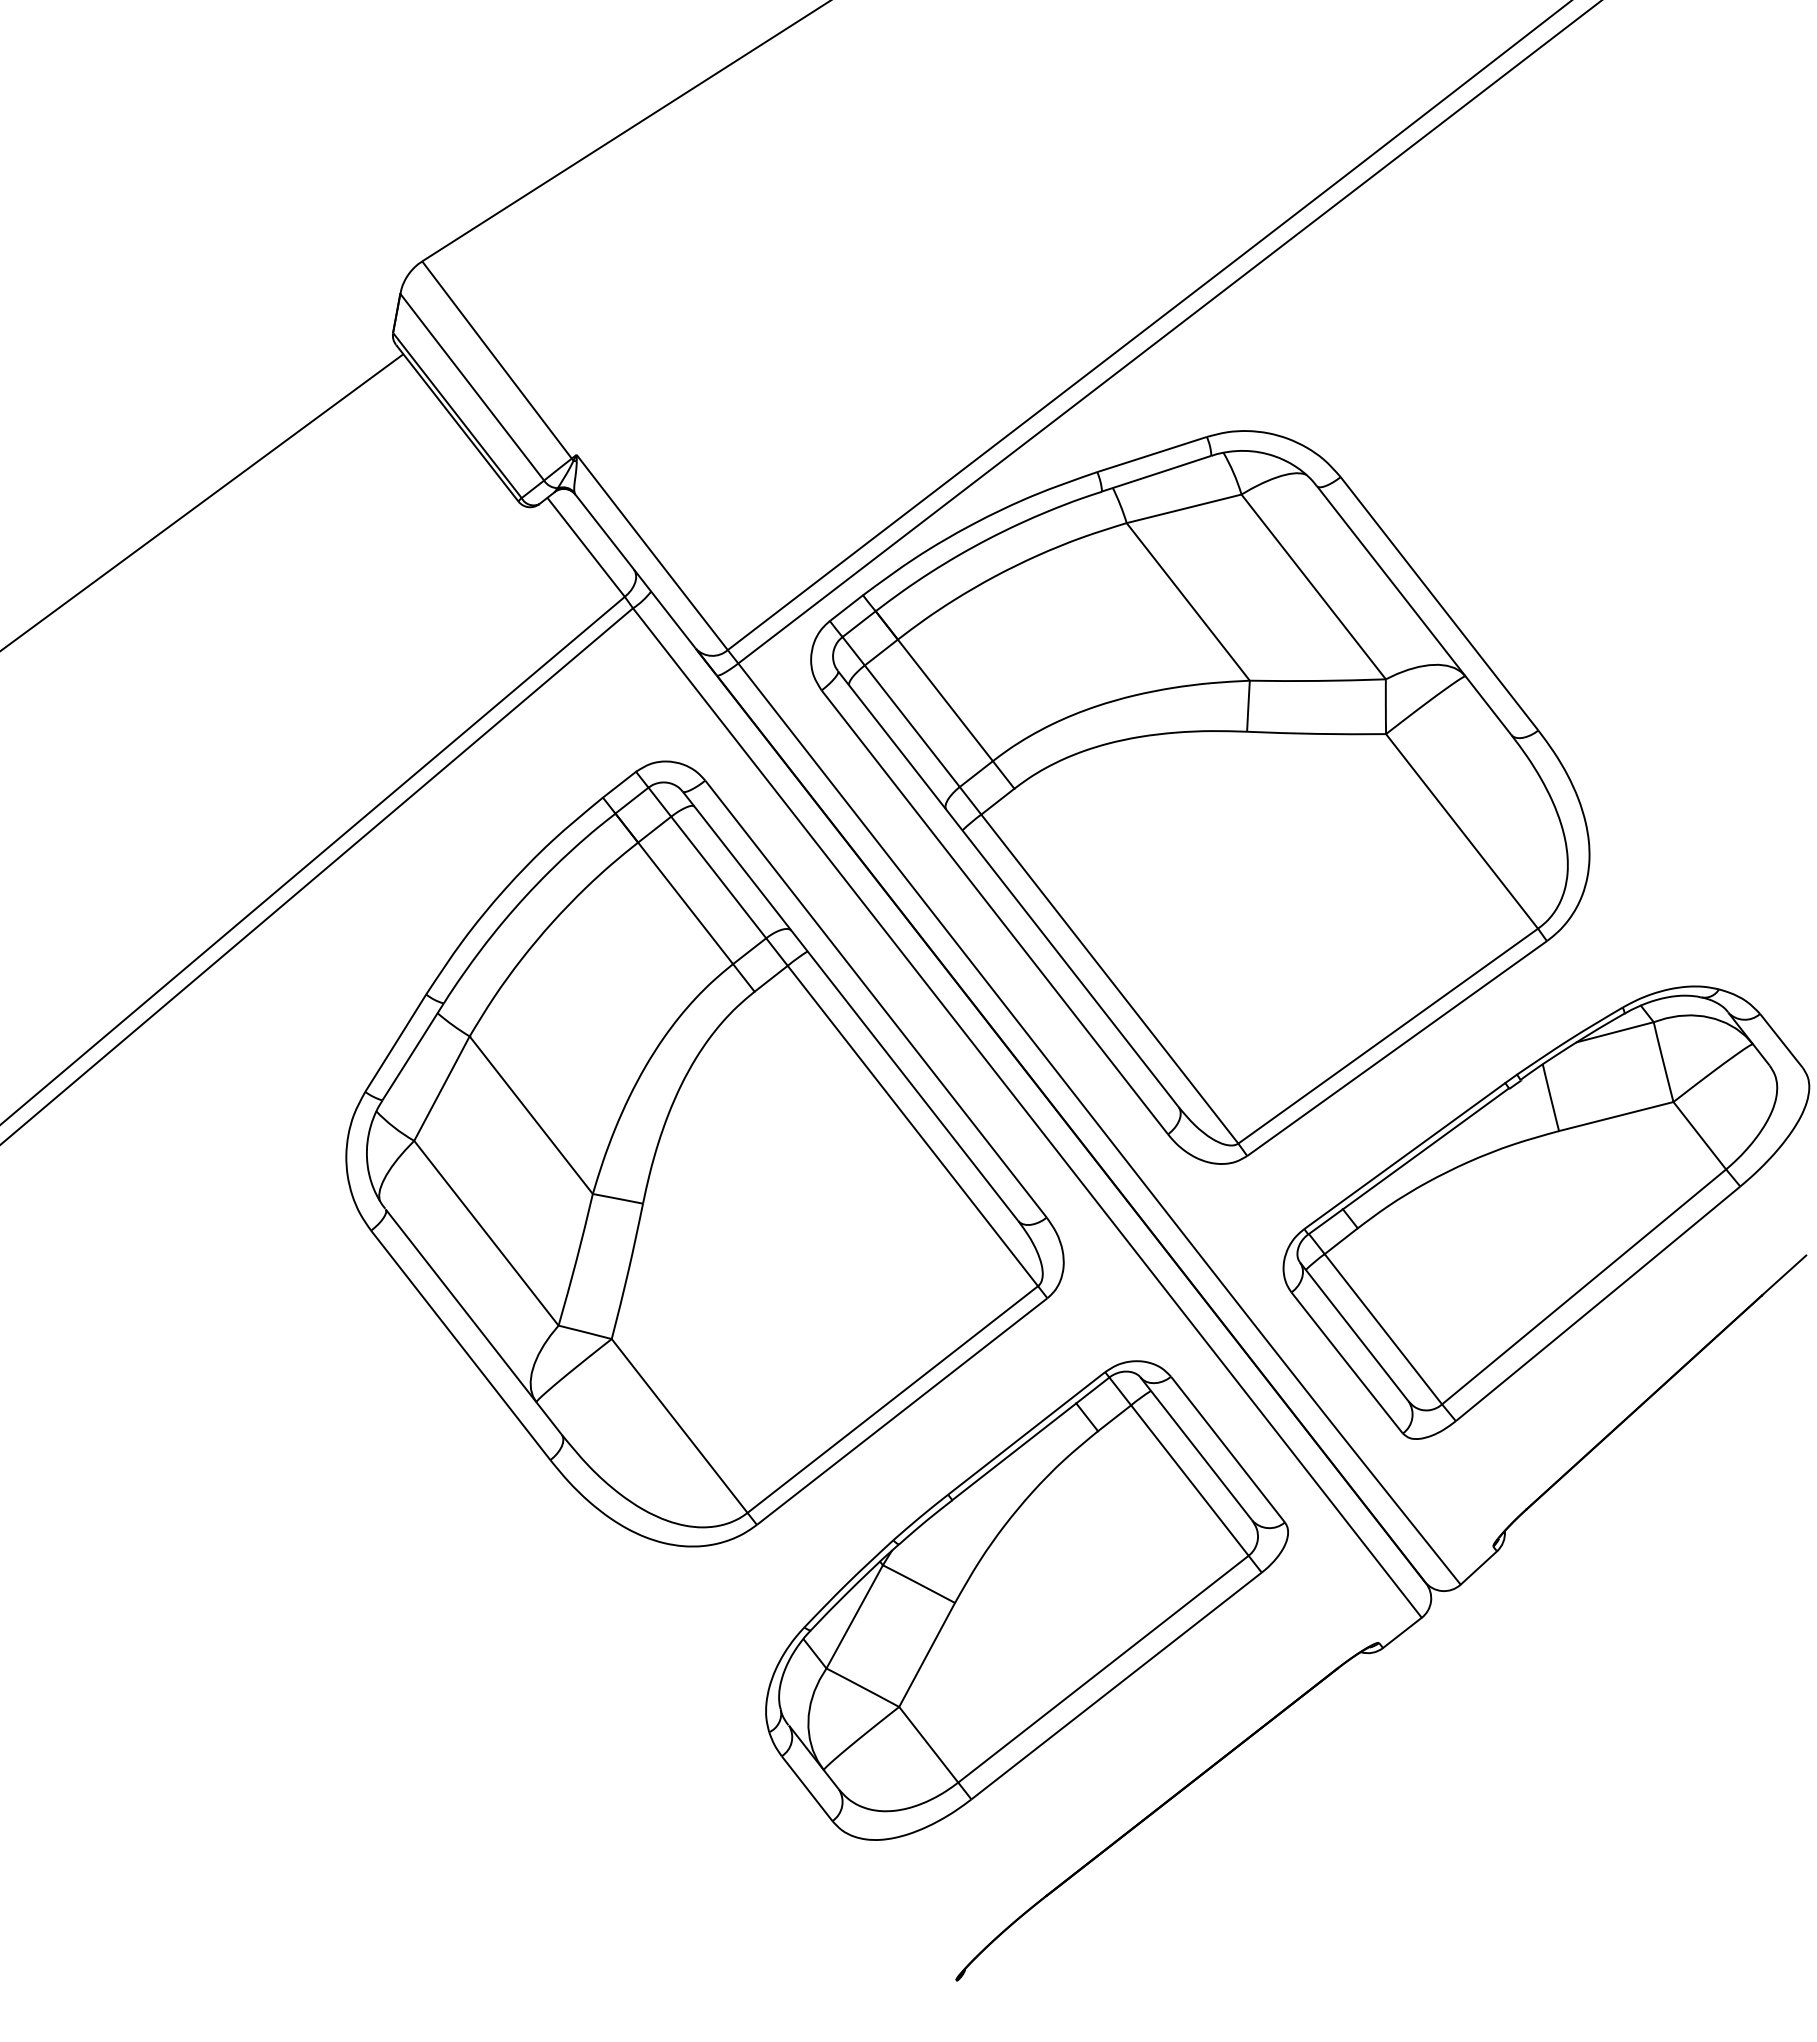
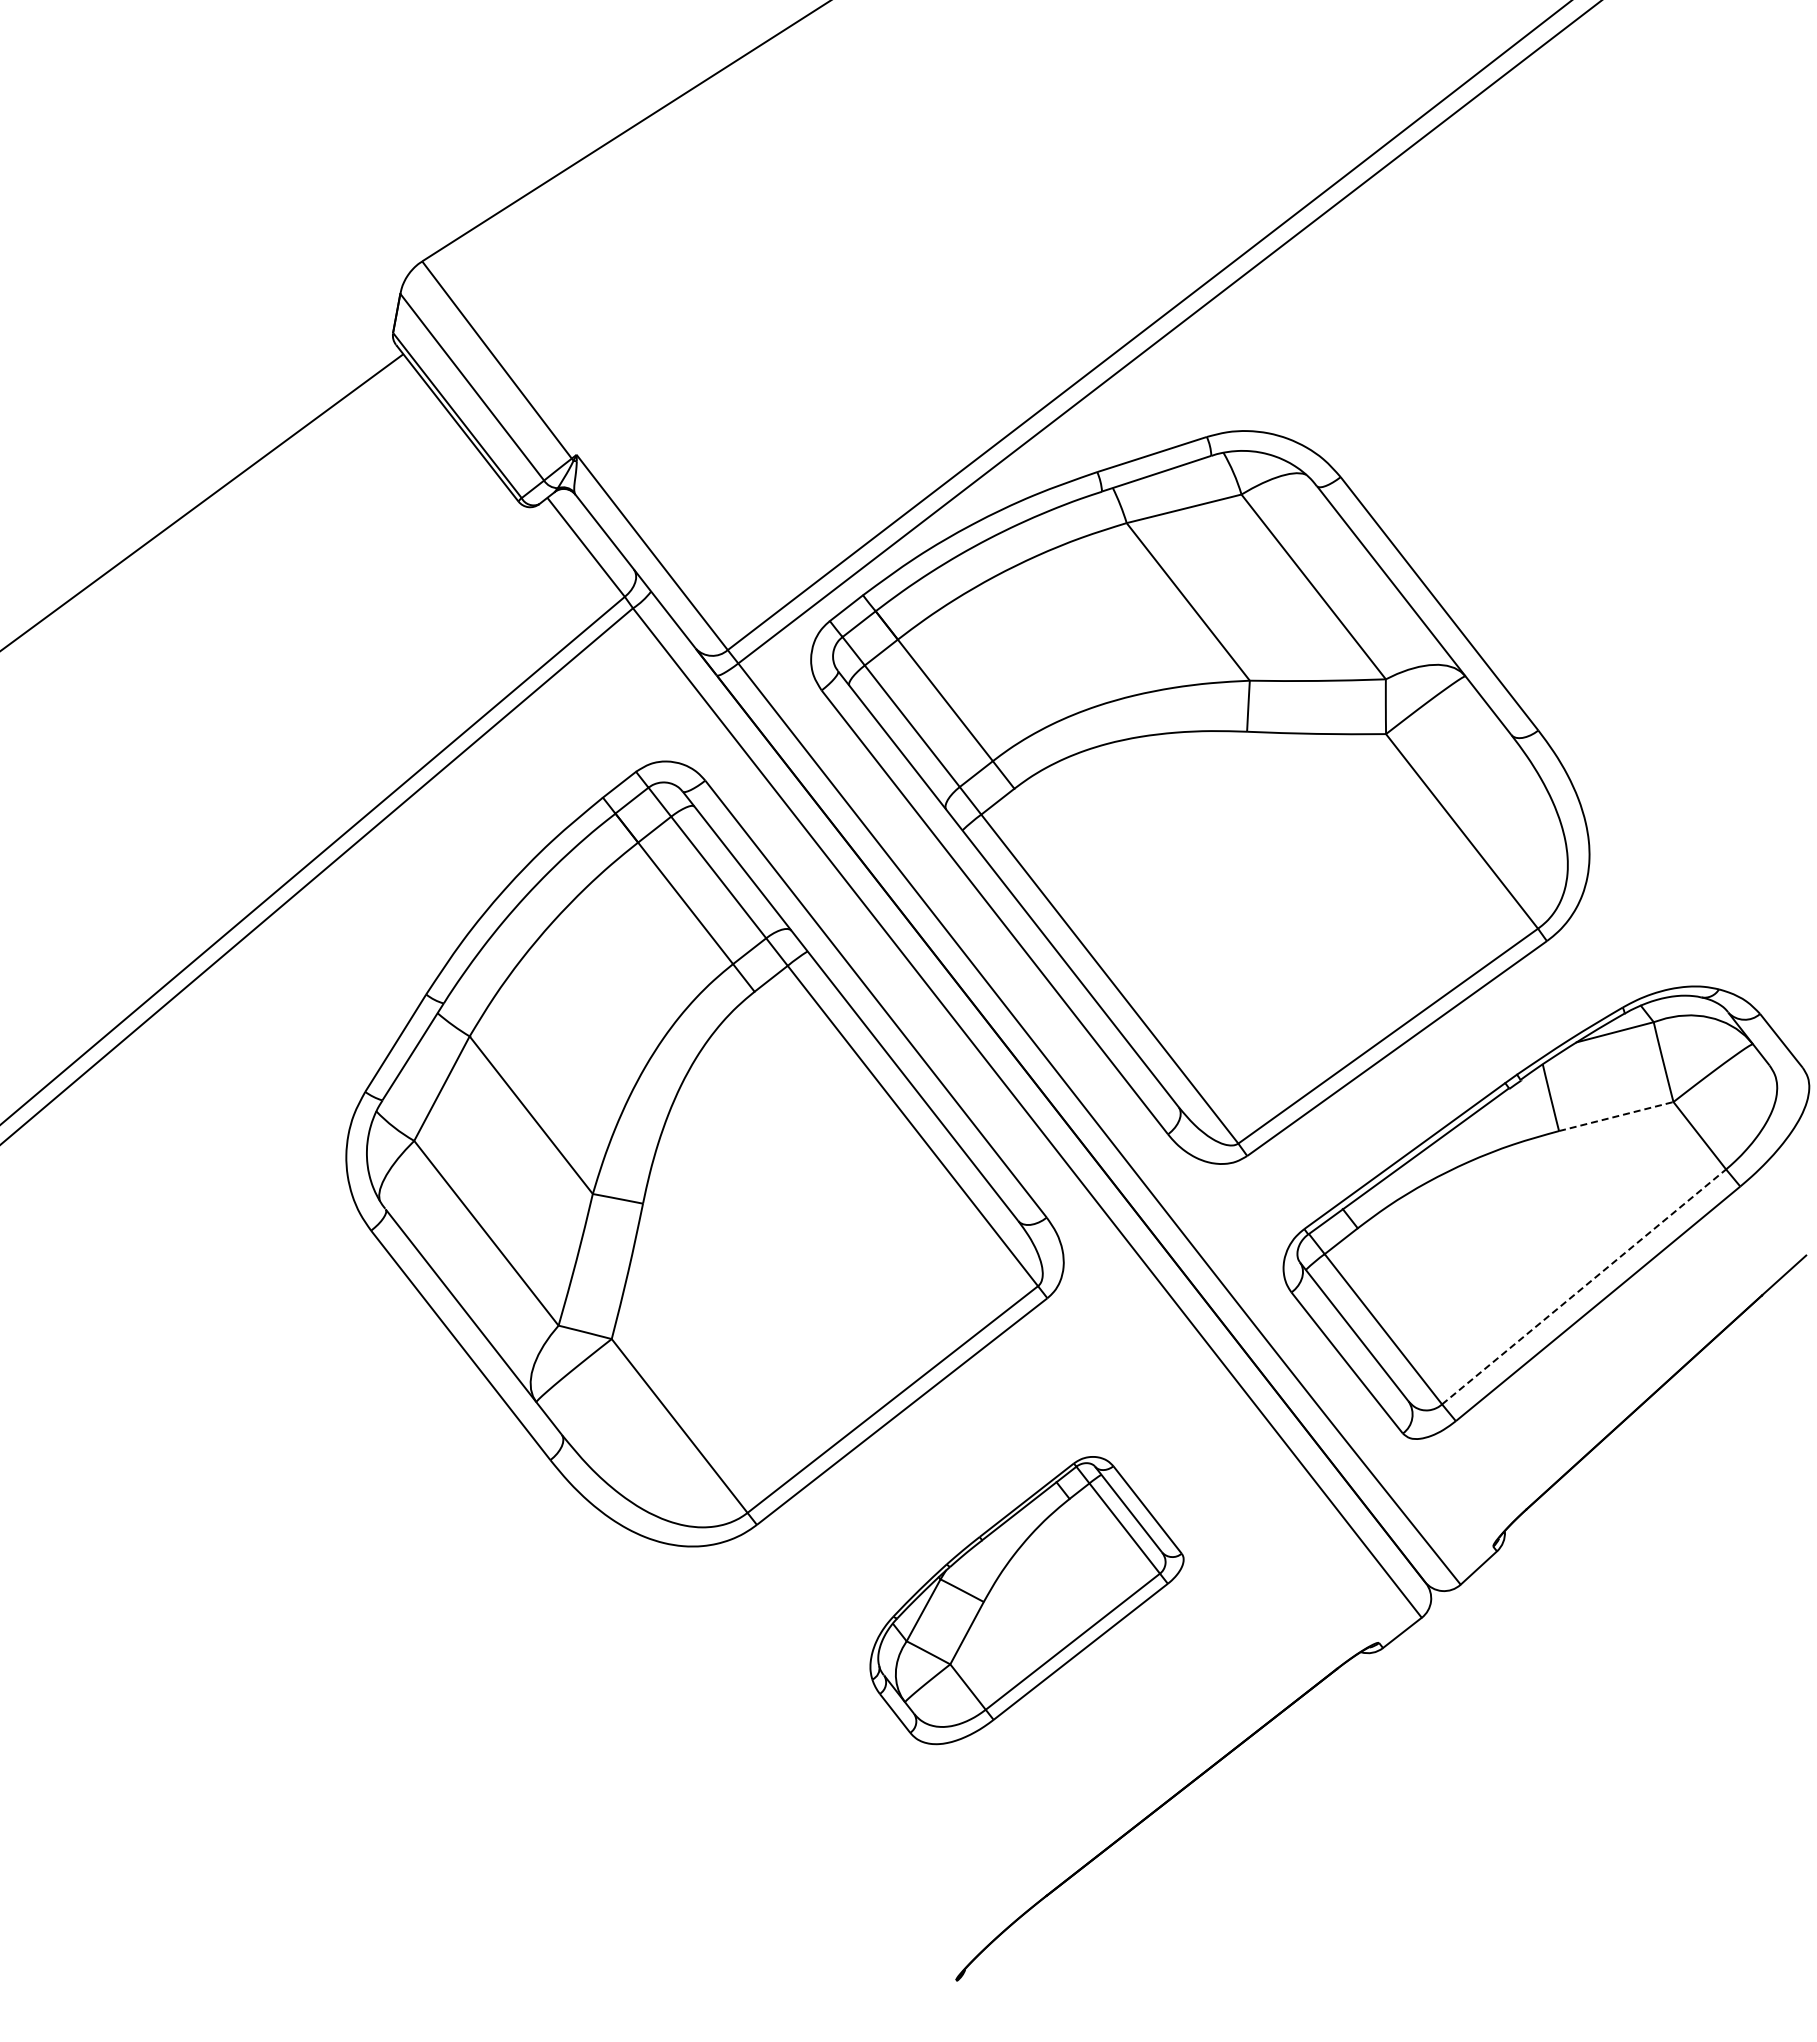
line at (1616, 1116): solid -> dashed
line at (1584, 1286): solid -> dashed
part at (1026, 1600) size: 524x481 px -> 316x290 px
